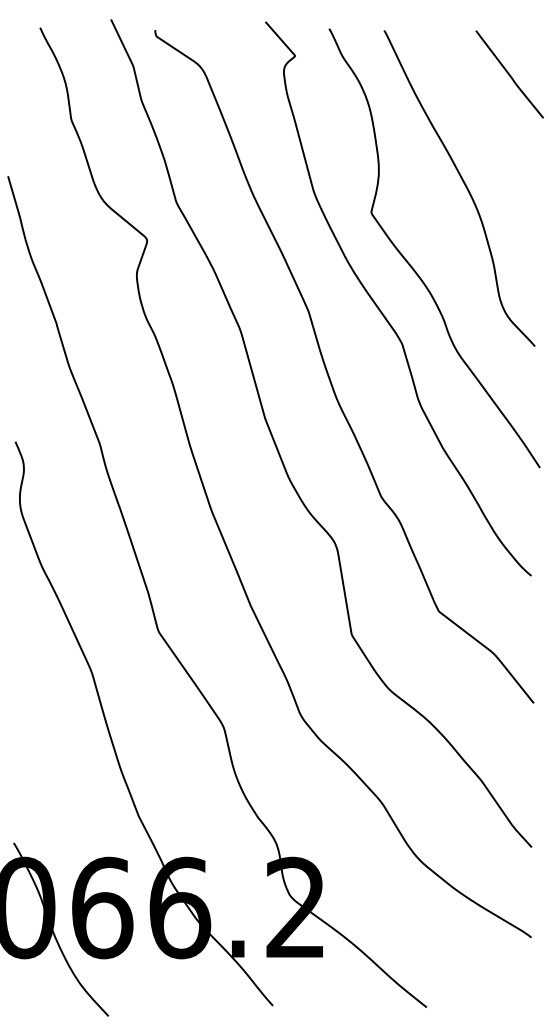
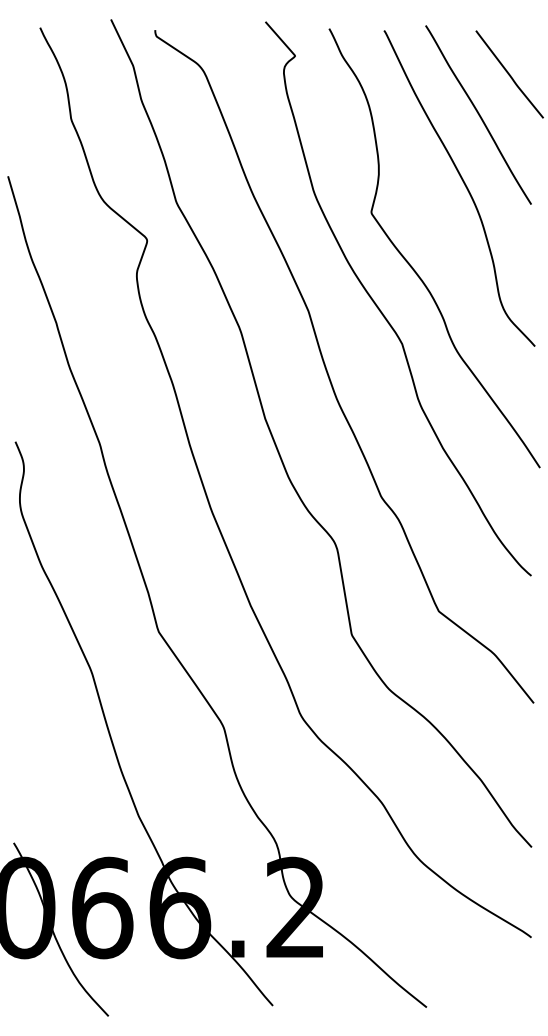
curve at (478, 114): none -> present
